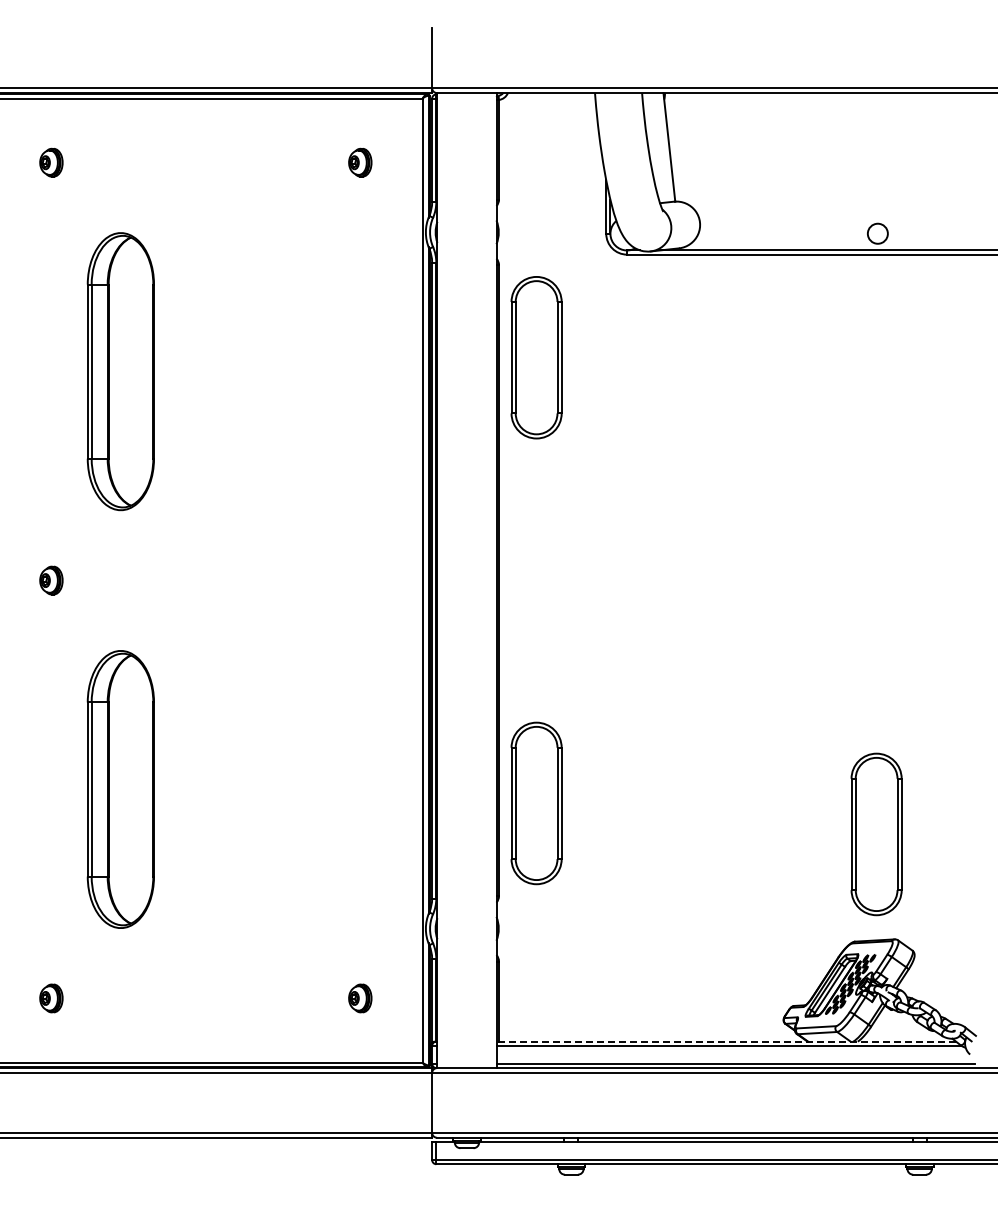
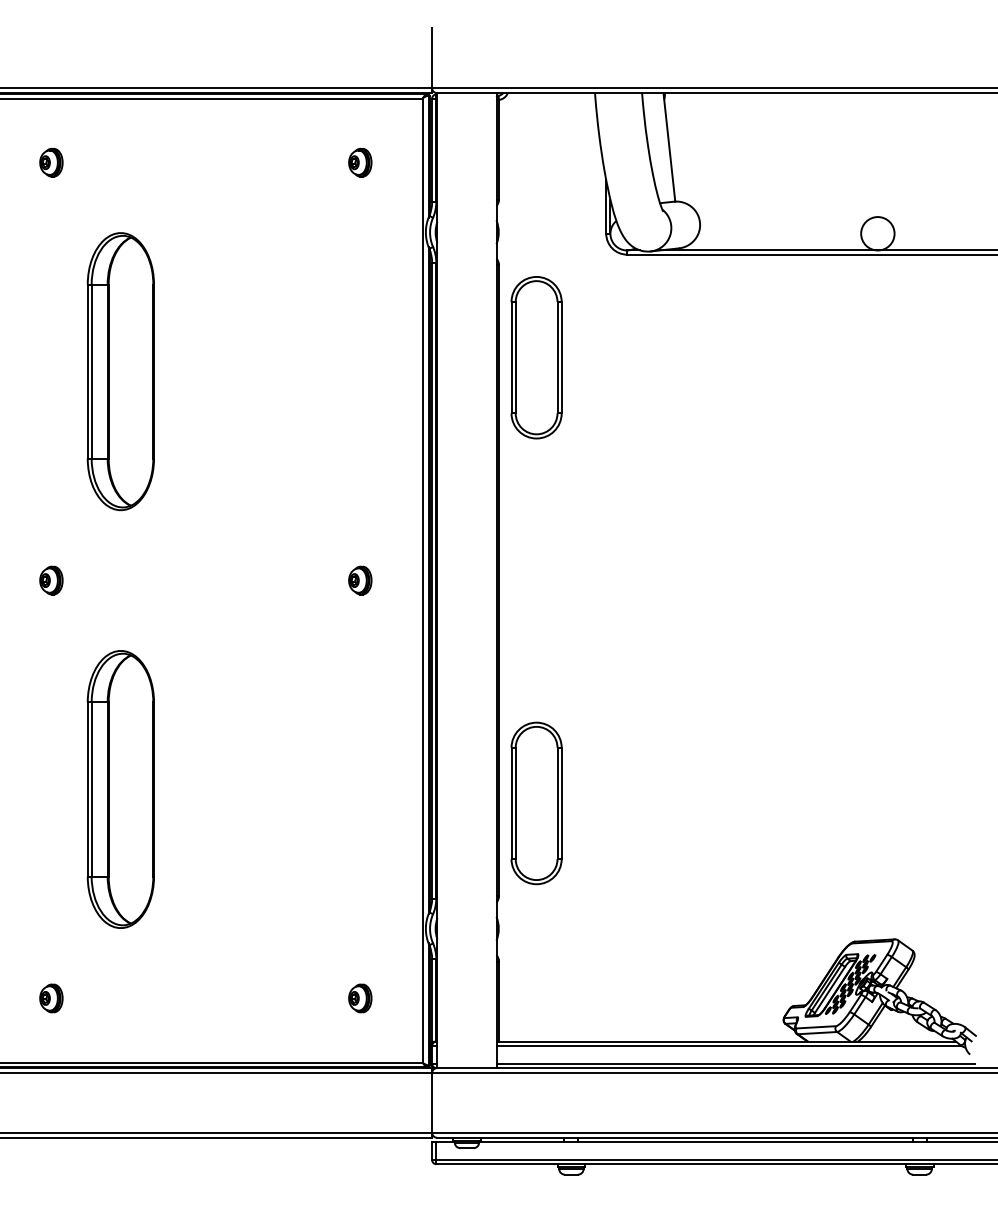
circle at (877, 233) diameter: 20 px -> 33 px
part at (360, 580): none -> present
part at (876, 834): present -> none
line at (726, 1041): dashed -> solid
